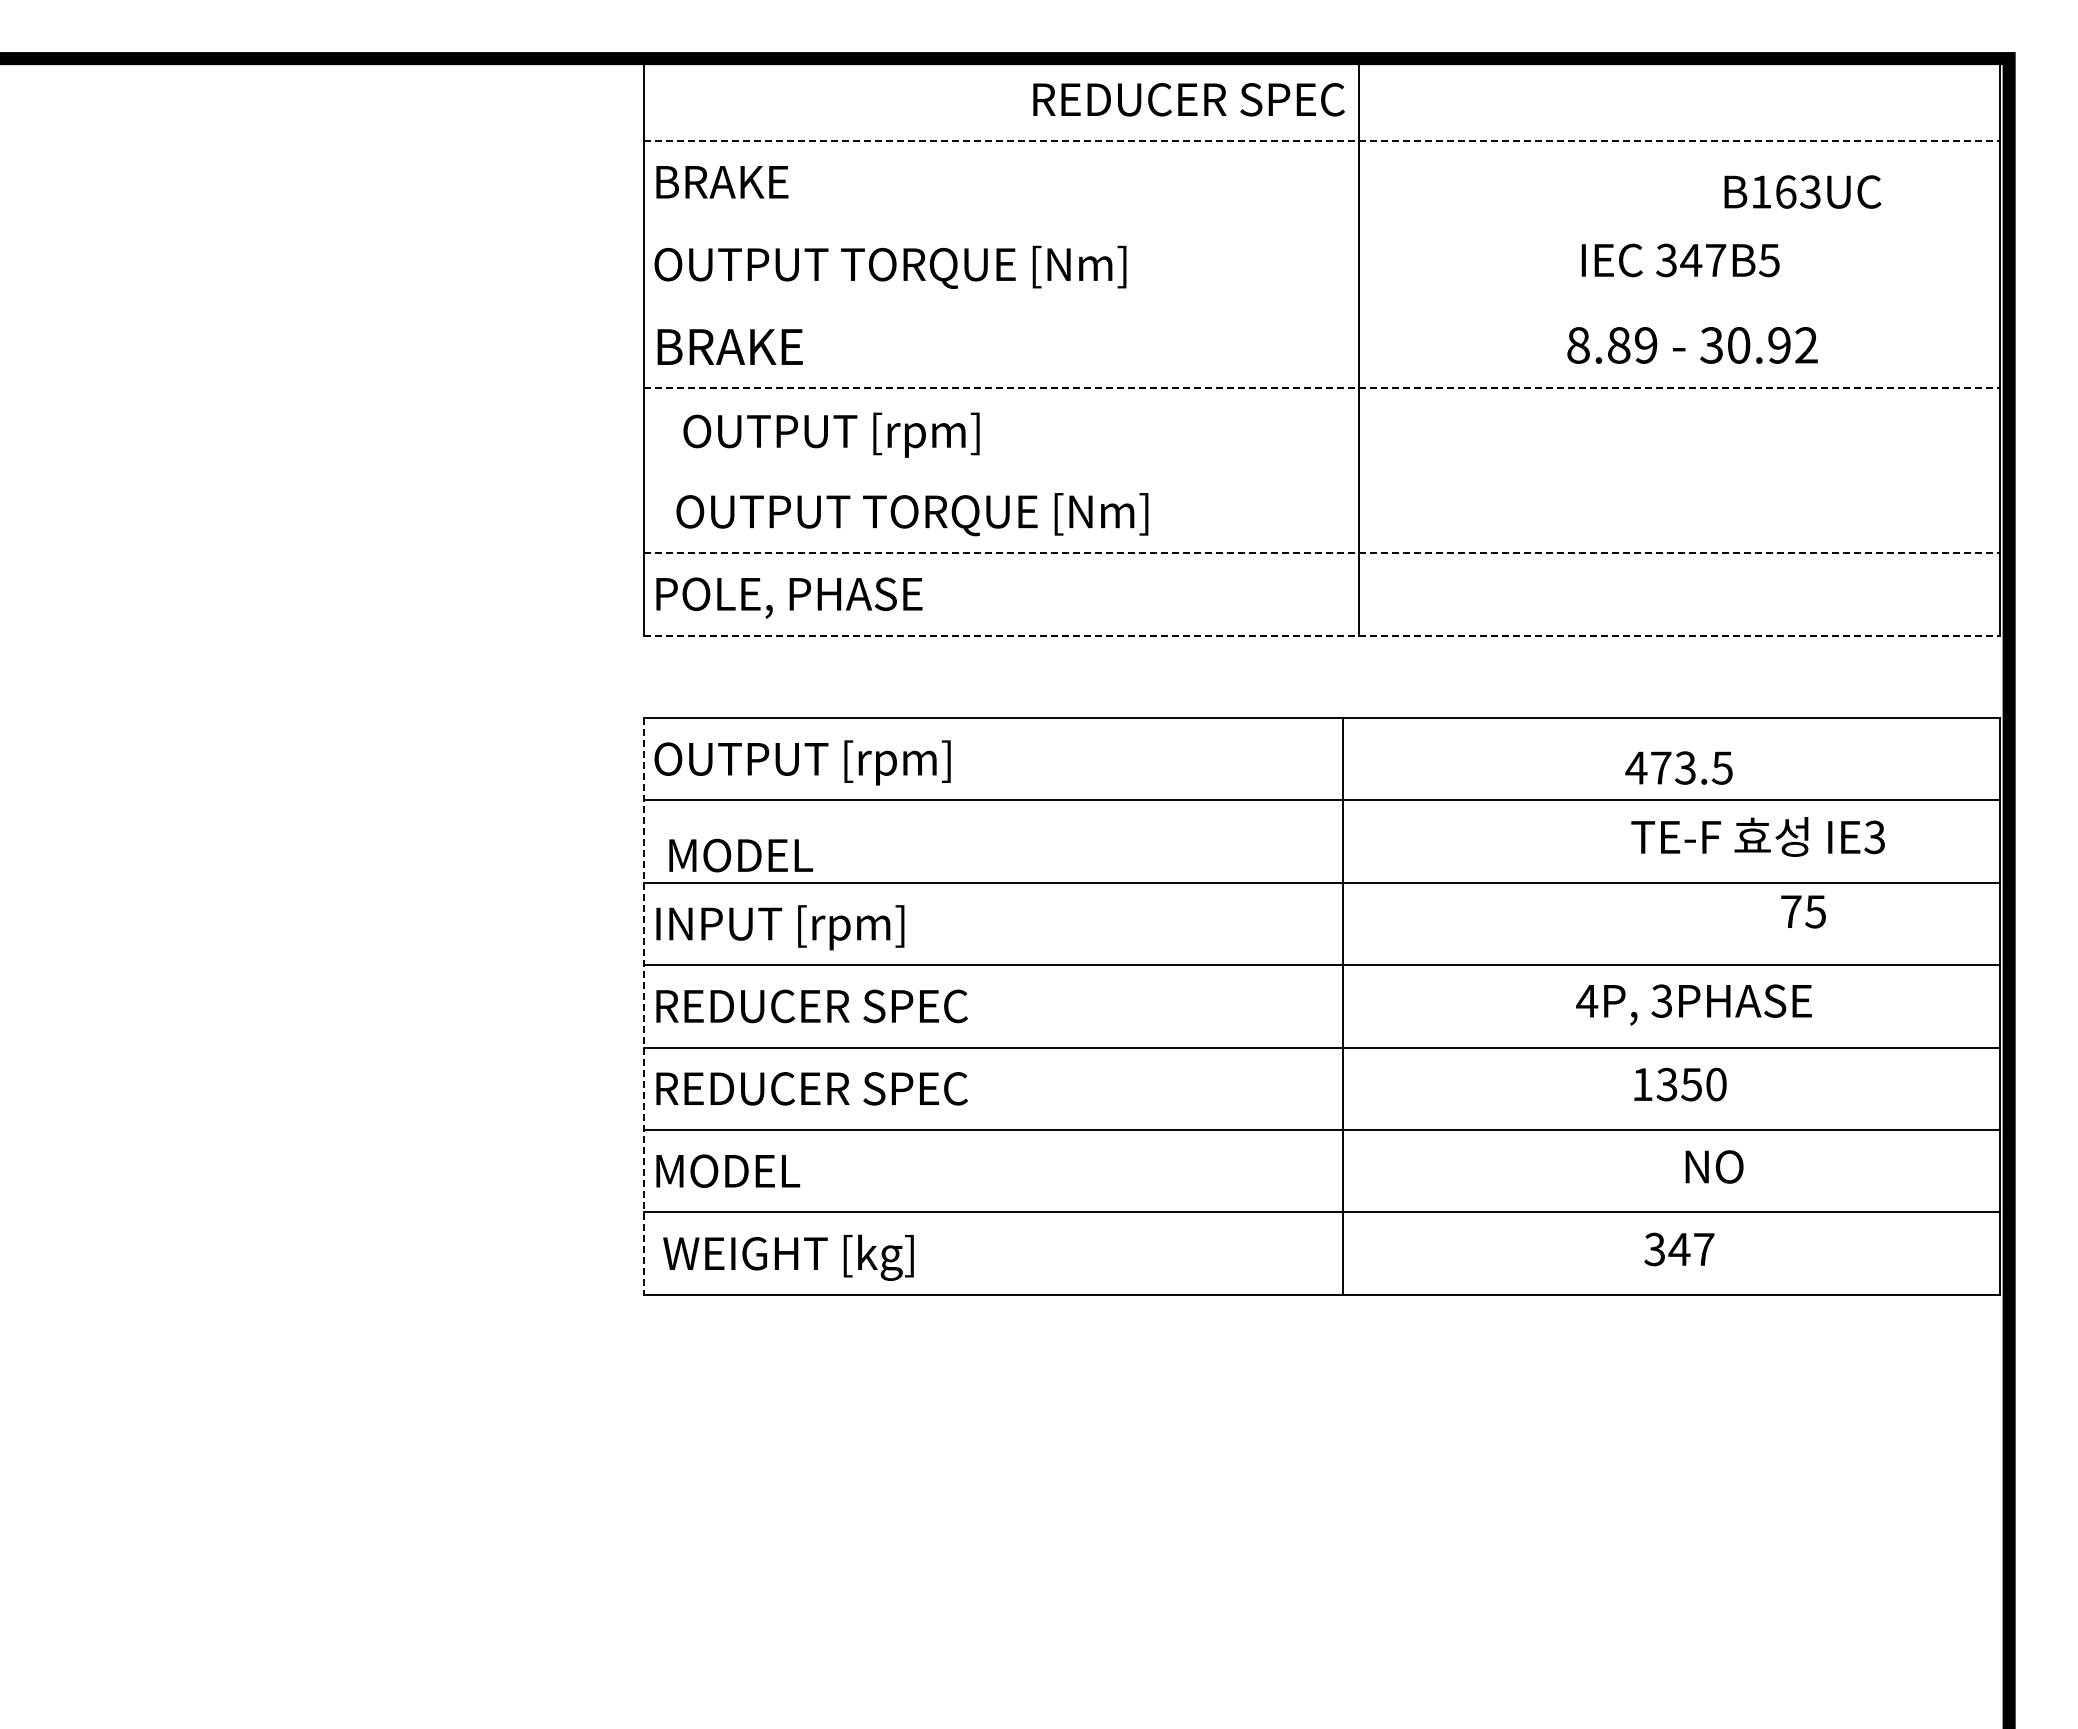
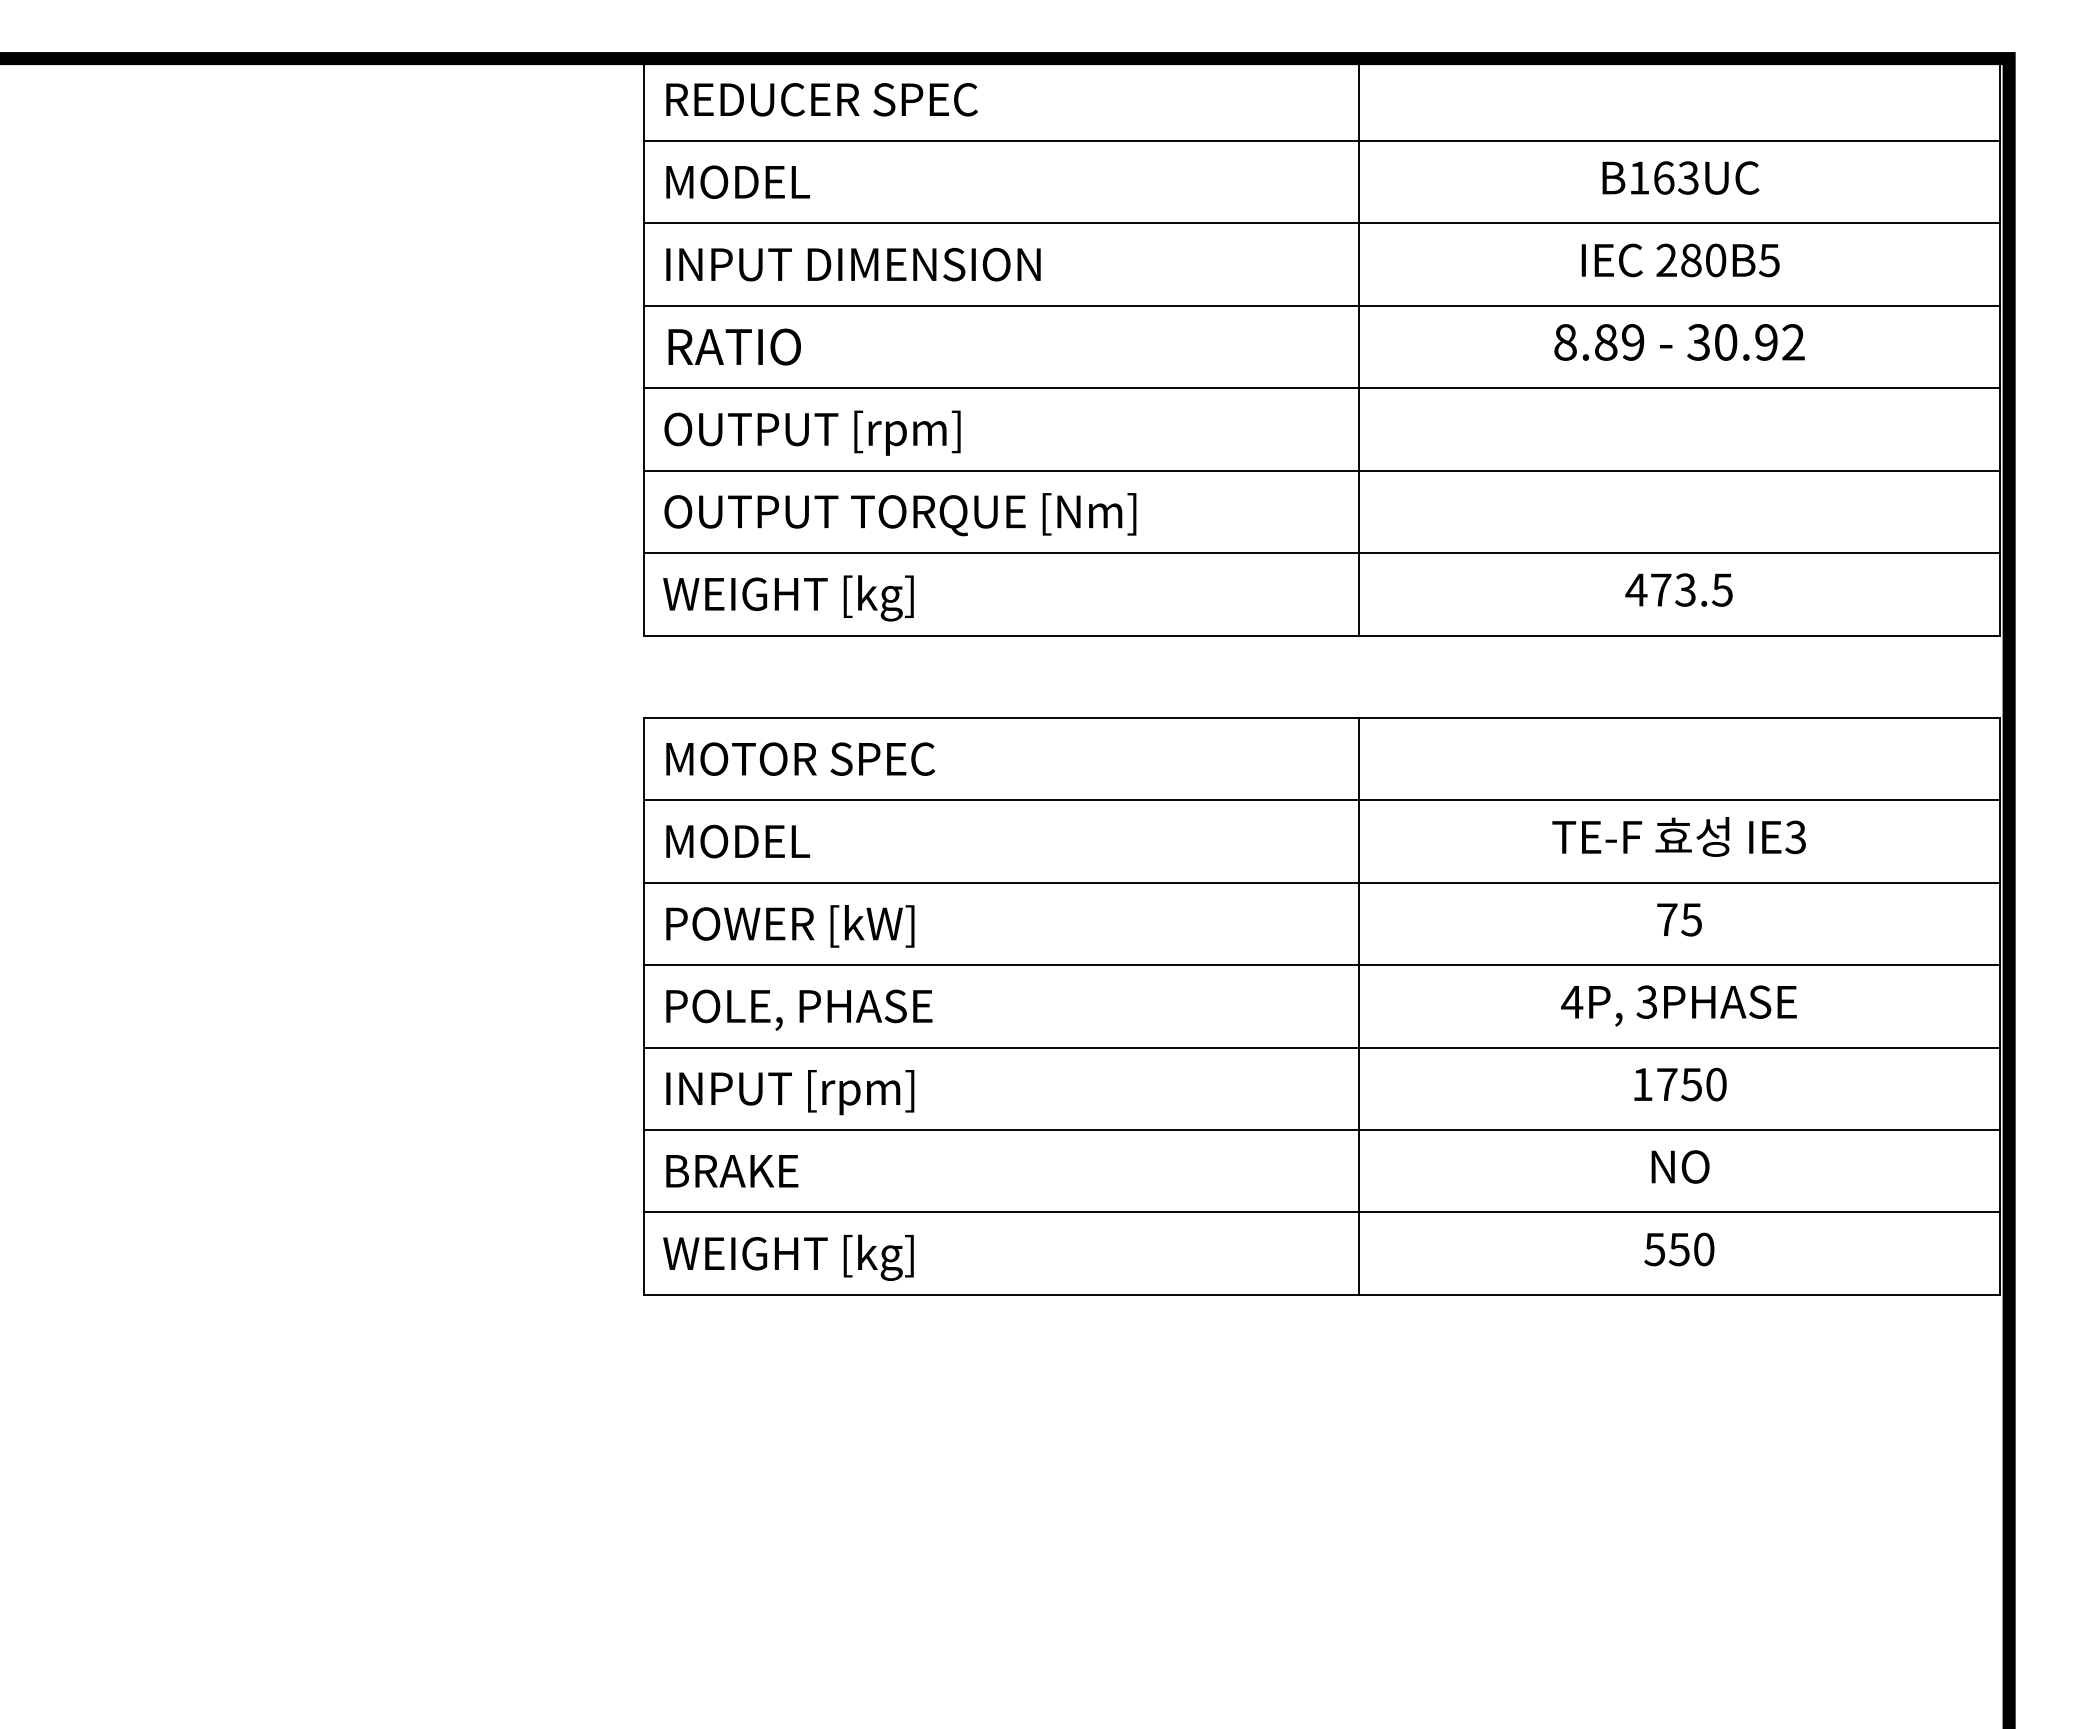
text at (1188, 99) position: (1188, 99) -> (821, 99)
line at (1322, 141): dashed -> solid
text at (732, 181): BRAKE -> MODEL
text at (1802, 191) position: (1802, 191) -> (1680, 177)
line at (1321, 223): none -> present
text at (1691, 260): 347B5 -> 280B5
text at (890, 266): OUTPUT TORQUE [Nm] -> INPUT DIMENSION
line at (1321, 305): none -> present
text at (1692, 345) position: (1692, 345) -> (1679, 342)
text at (729, 346): BRAKE -> RATIO
line at (1322, 388): dashed -> solid
text at (831, 434) position: (831, 434) -> (812, 432)
line at (1321, 470): none -> present
text at (912, 514) position: (912, 514) -> (900, 514)
line at (1322, 553): dashed -> solid
text at (789, 598): POLE, PHASE -> WEIGHT [kg]
line at (1322, 635): dashed -> solid
text at (802, 762): OUTPUT [rpm] -> MOTOR SPEC
text at (1678, 767) position: (1678, 767) -> (1678, 589)
text at (1757, 836) position: (1757, 836) -> (1678, 836)
text at (740, 855) position: (740, 855) -> (737, 841)
text at (1803, 911) position: (1803, 911) -> (1679, 919)
text at (785, 927): INPUT [rpm] -> POWER [kW]
text at (1693, 1004) position: (1693, 1004) -> (1678, 1005)
line at (1343, 1005) position: (1343, 1005) -> (1359, 1005)
line at (643, 1006): dashed -> solid
text at (811, 1009): REDUCER SPEC -> POLE, PHASE
text at (1666, 1084): 1350 -> 1750
text at (811, 1092): REDUCER SPEC -> INPUT [rpm]
text at (1714, 1166) position: (1714, 1166) -> (1680, 1166)
text at (728, 1170): MODEL -> BRAKE
text at (1679, 1249): 347 -> 550
